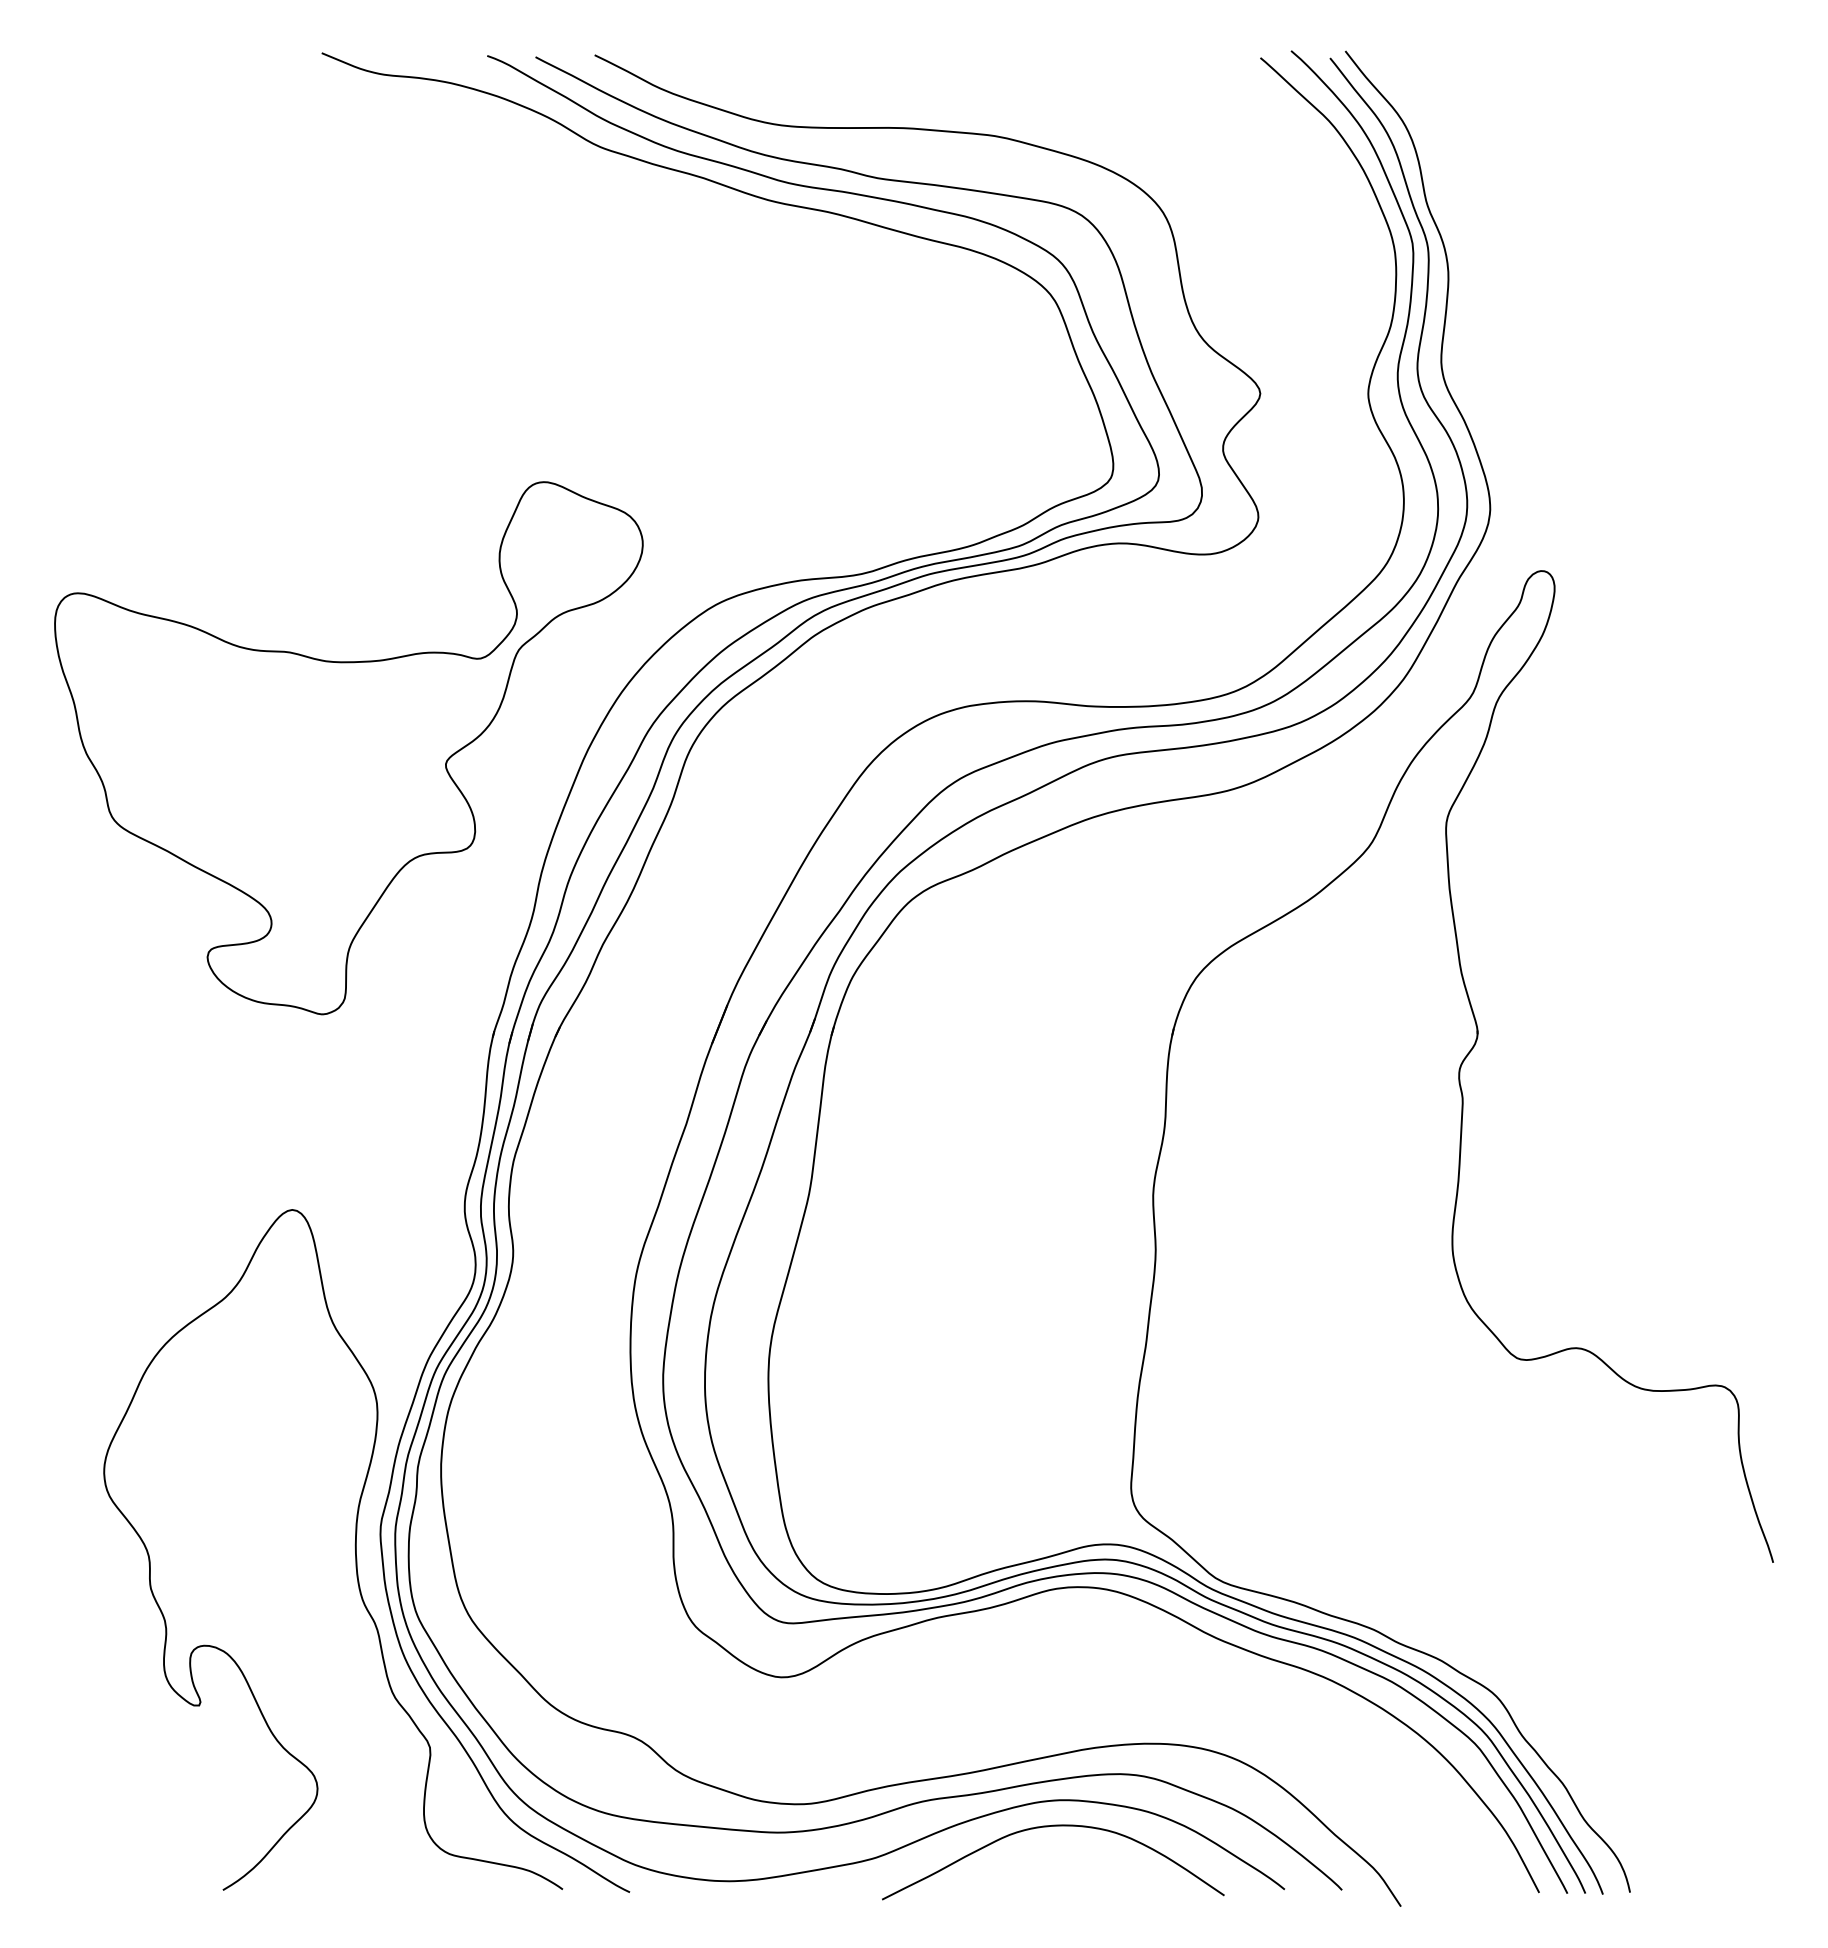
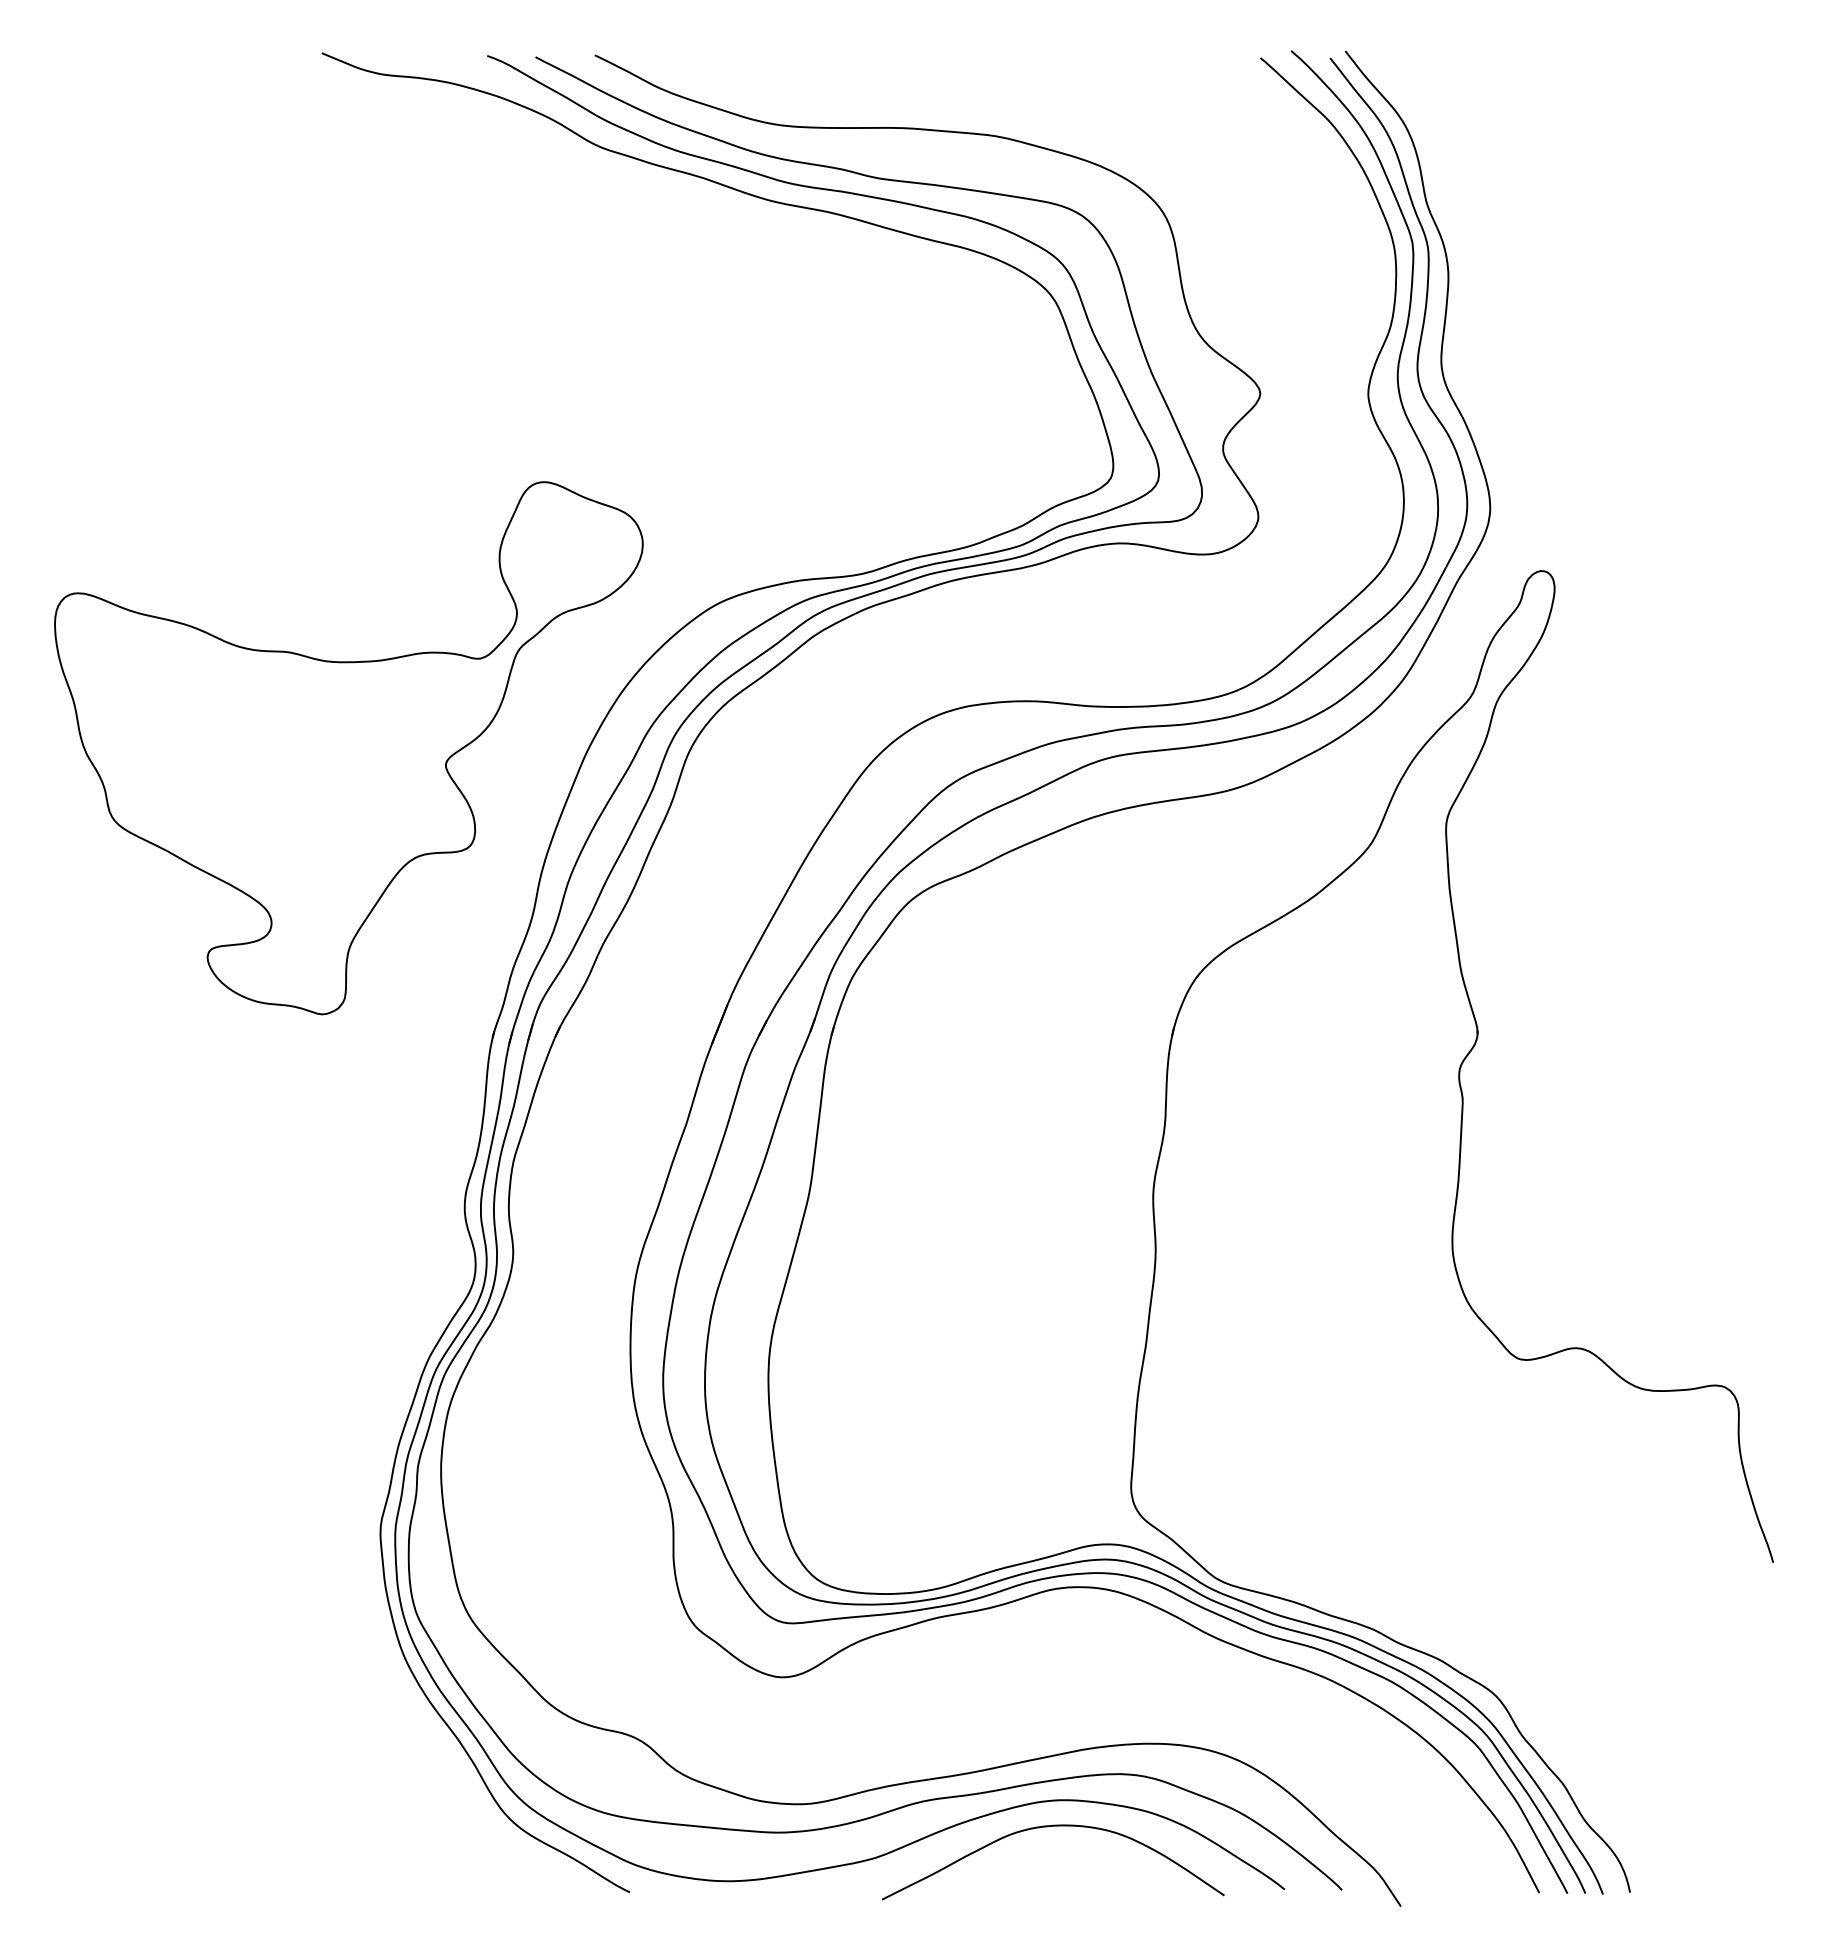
curve at (354, 1546): present -> none
